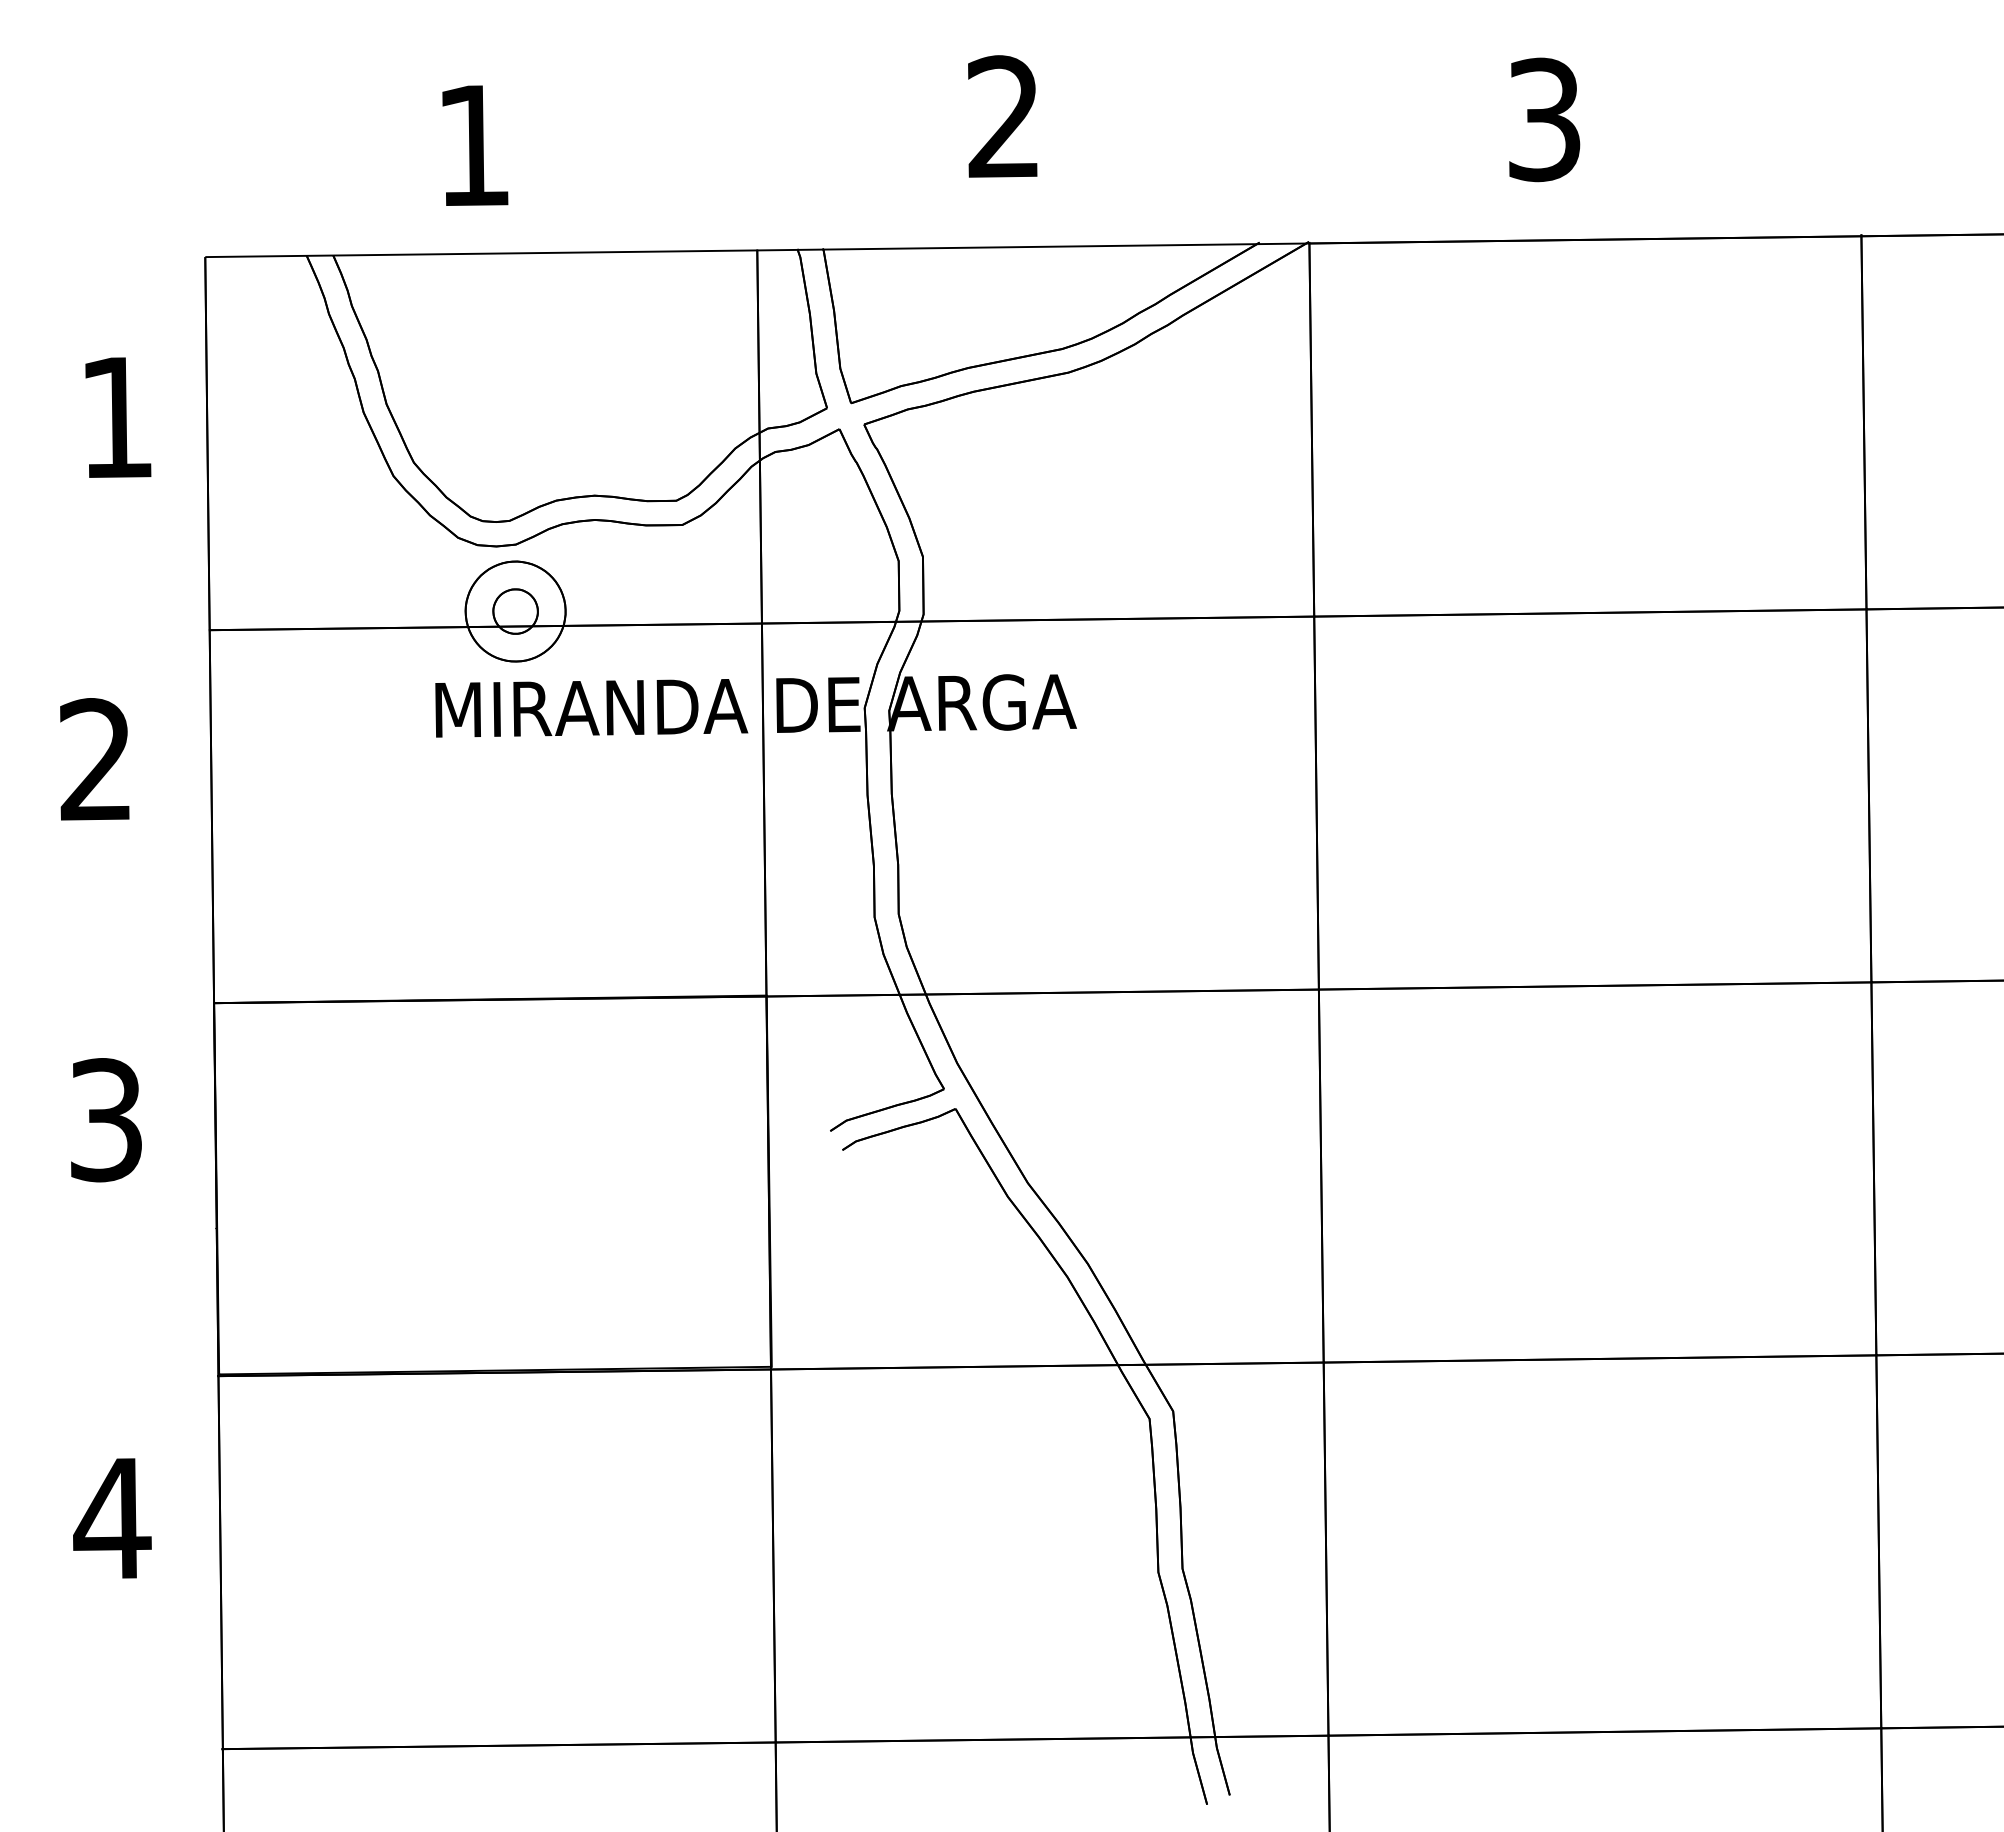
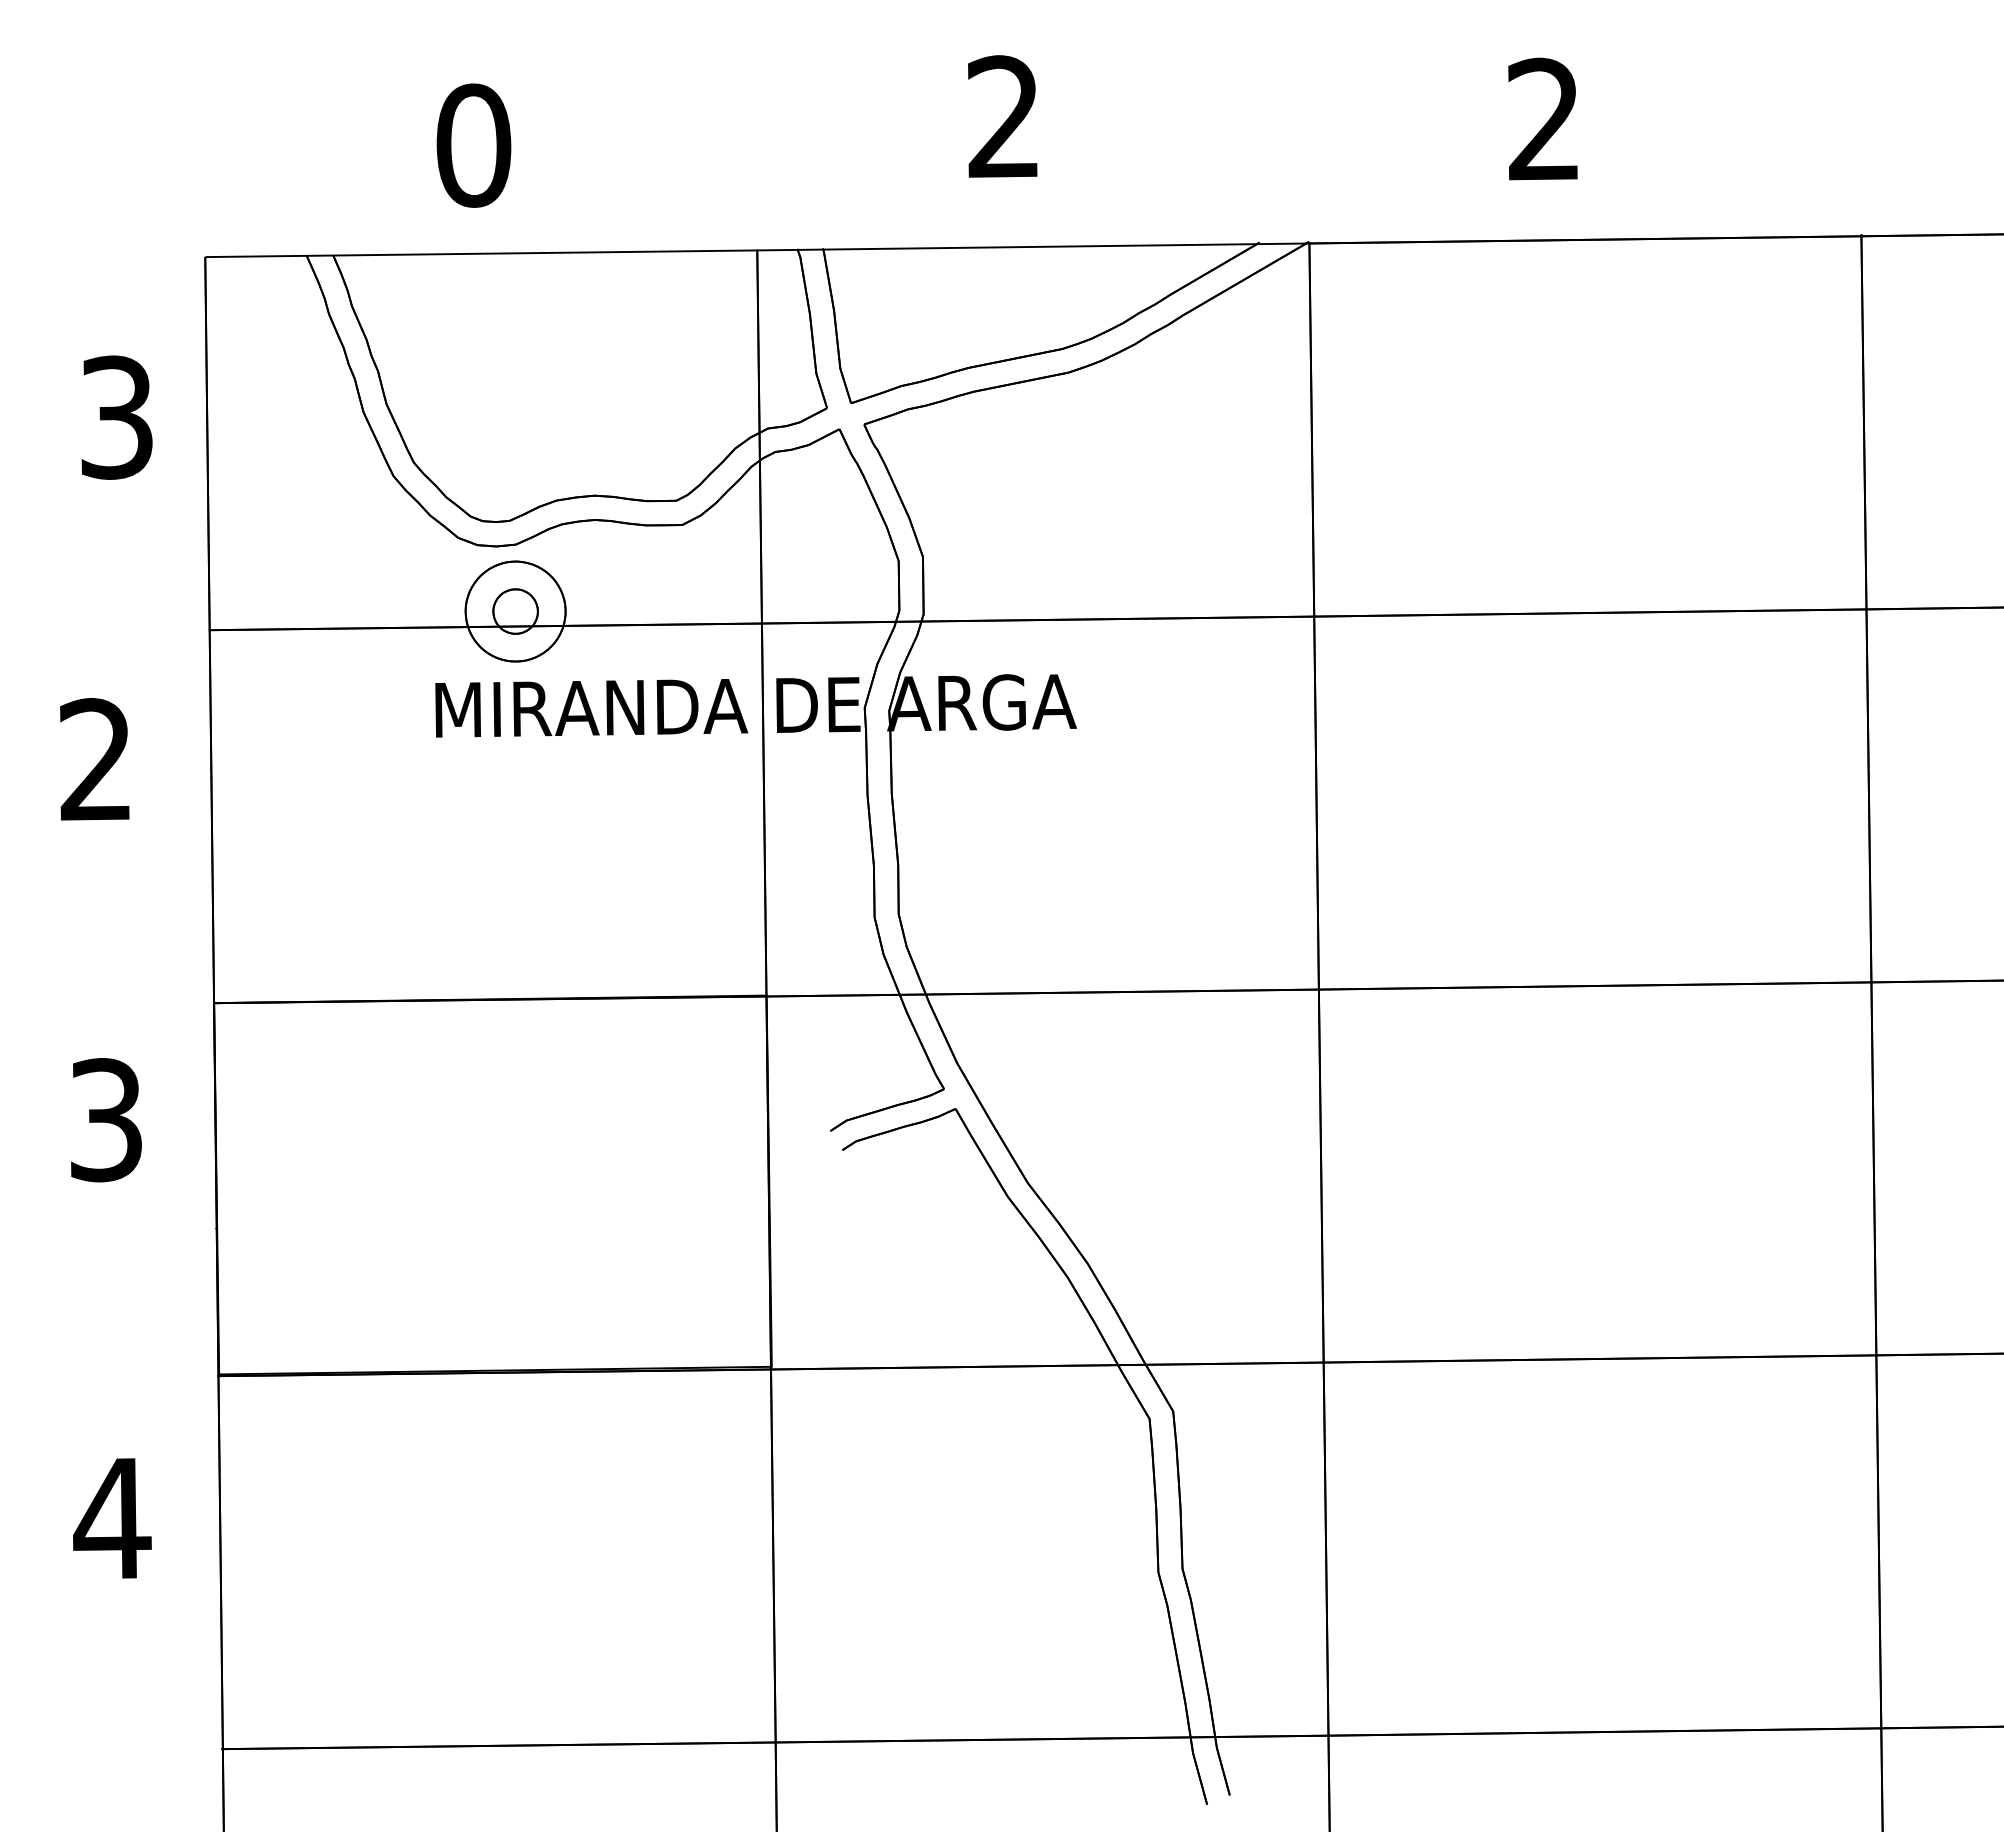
text at (1544, 119): 3 -> 2
text at (473, 145): 1 -> 0
text at (116, 417): 1 -> 3
